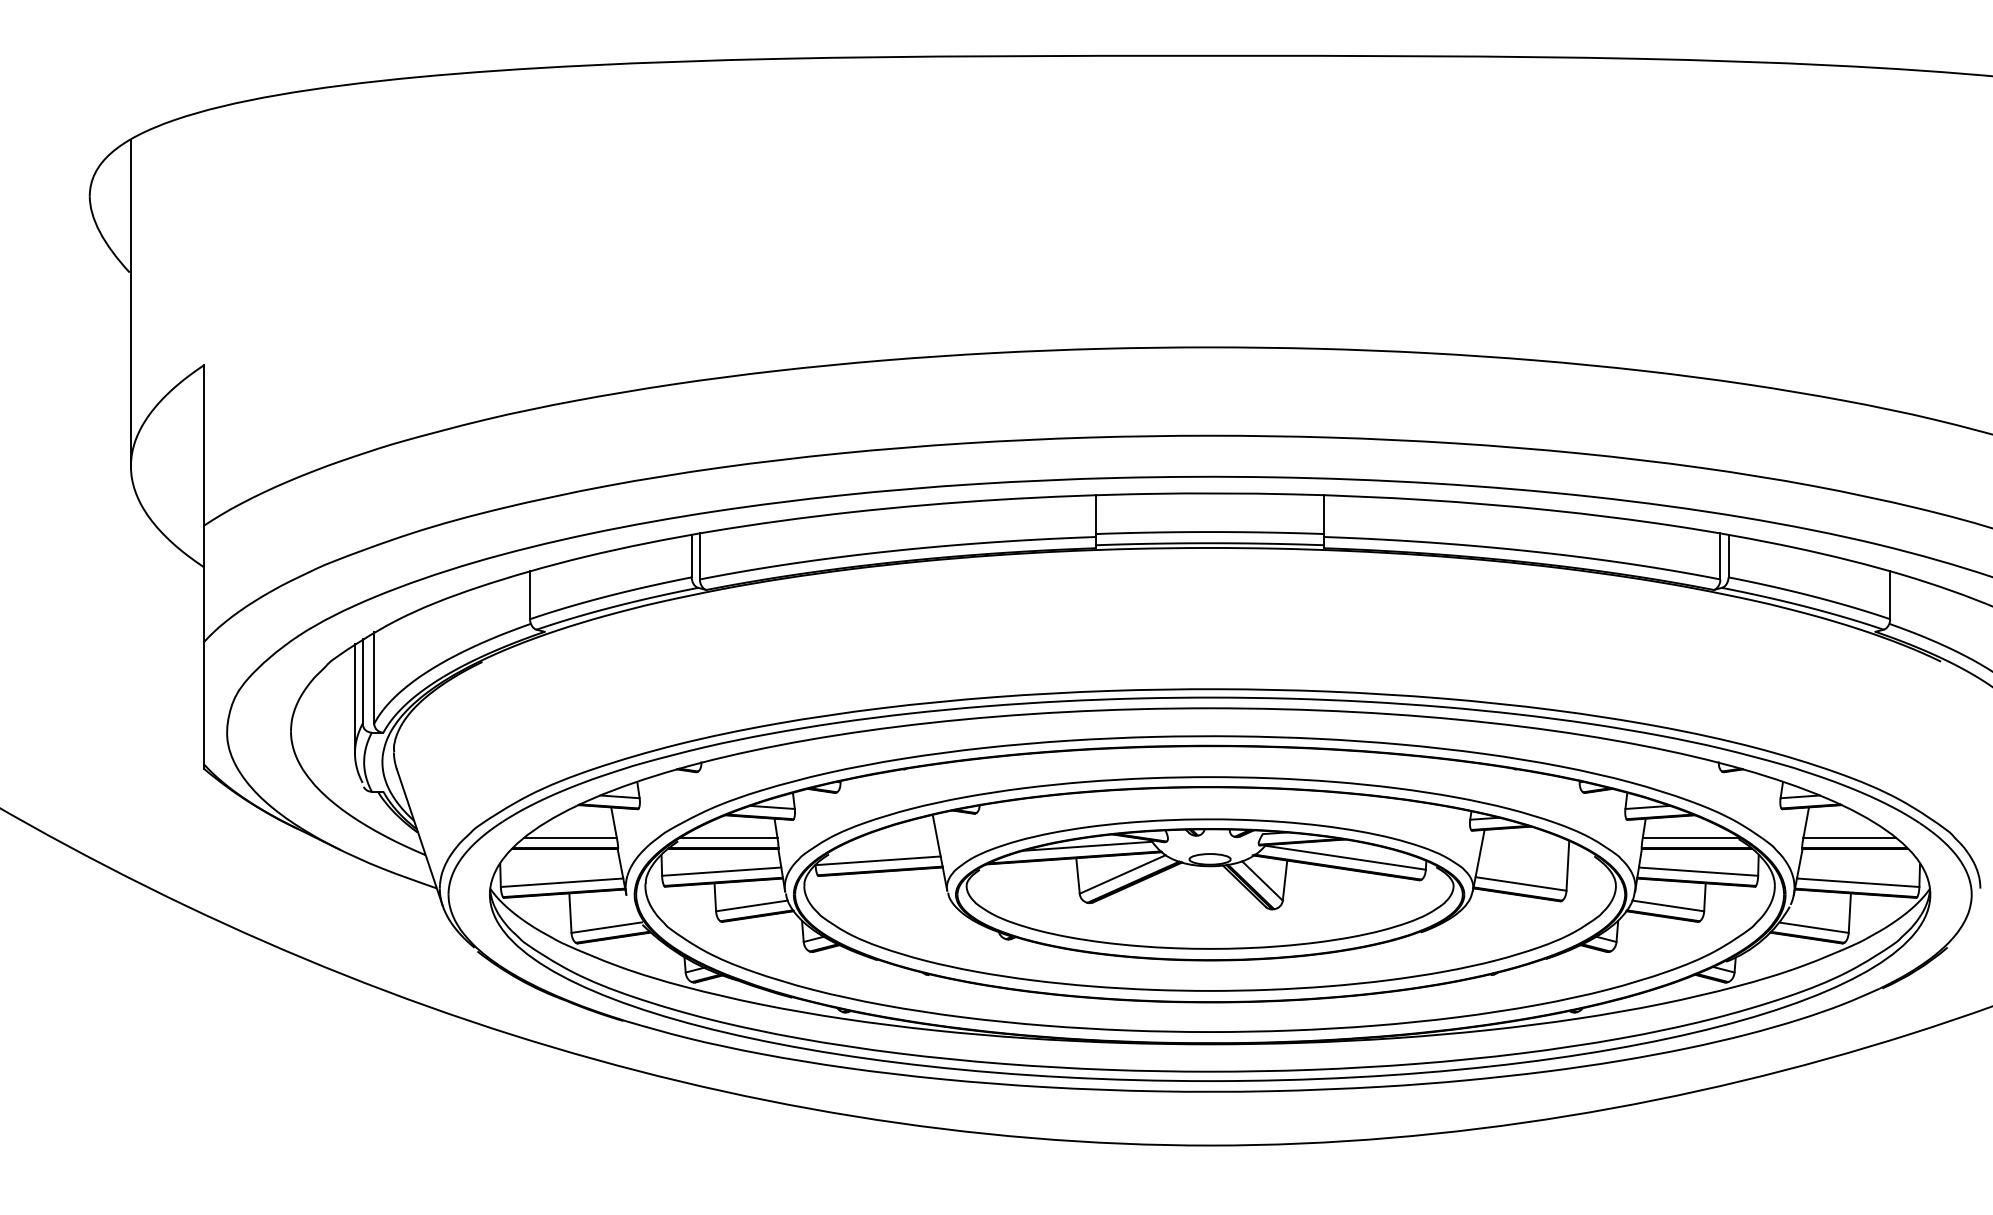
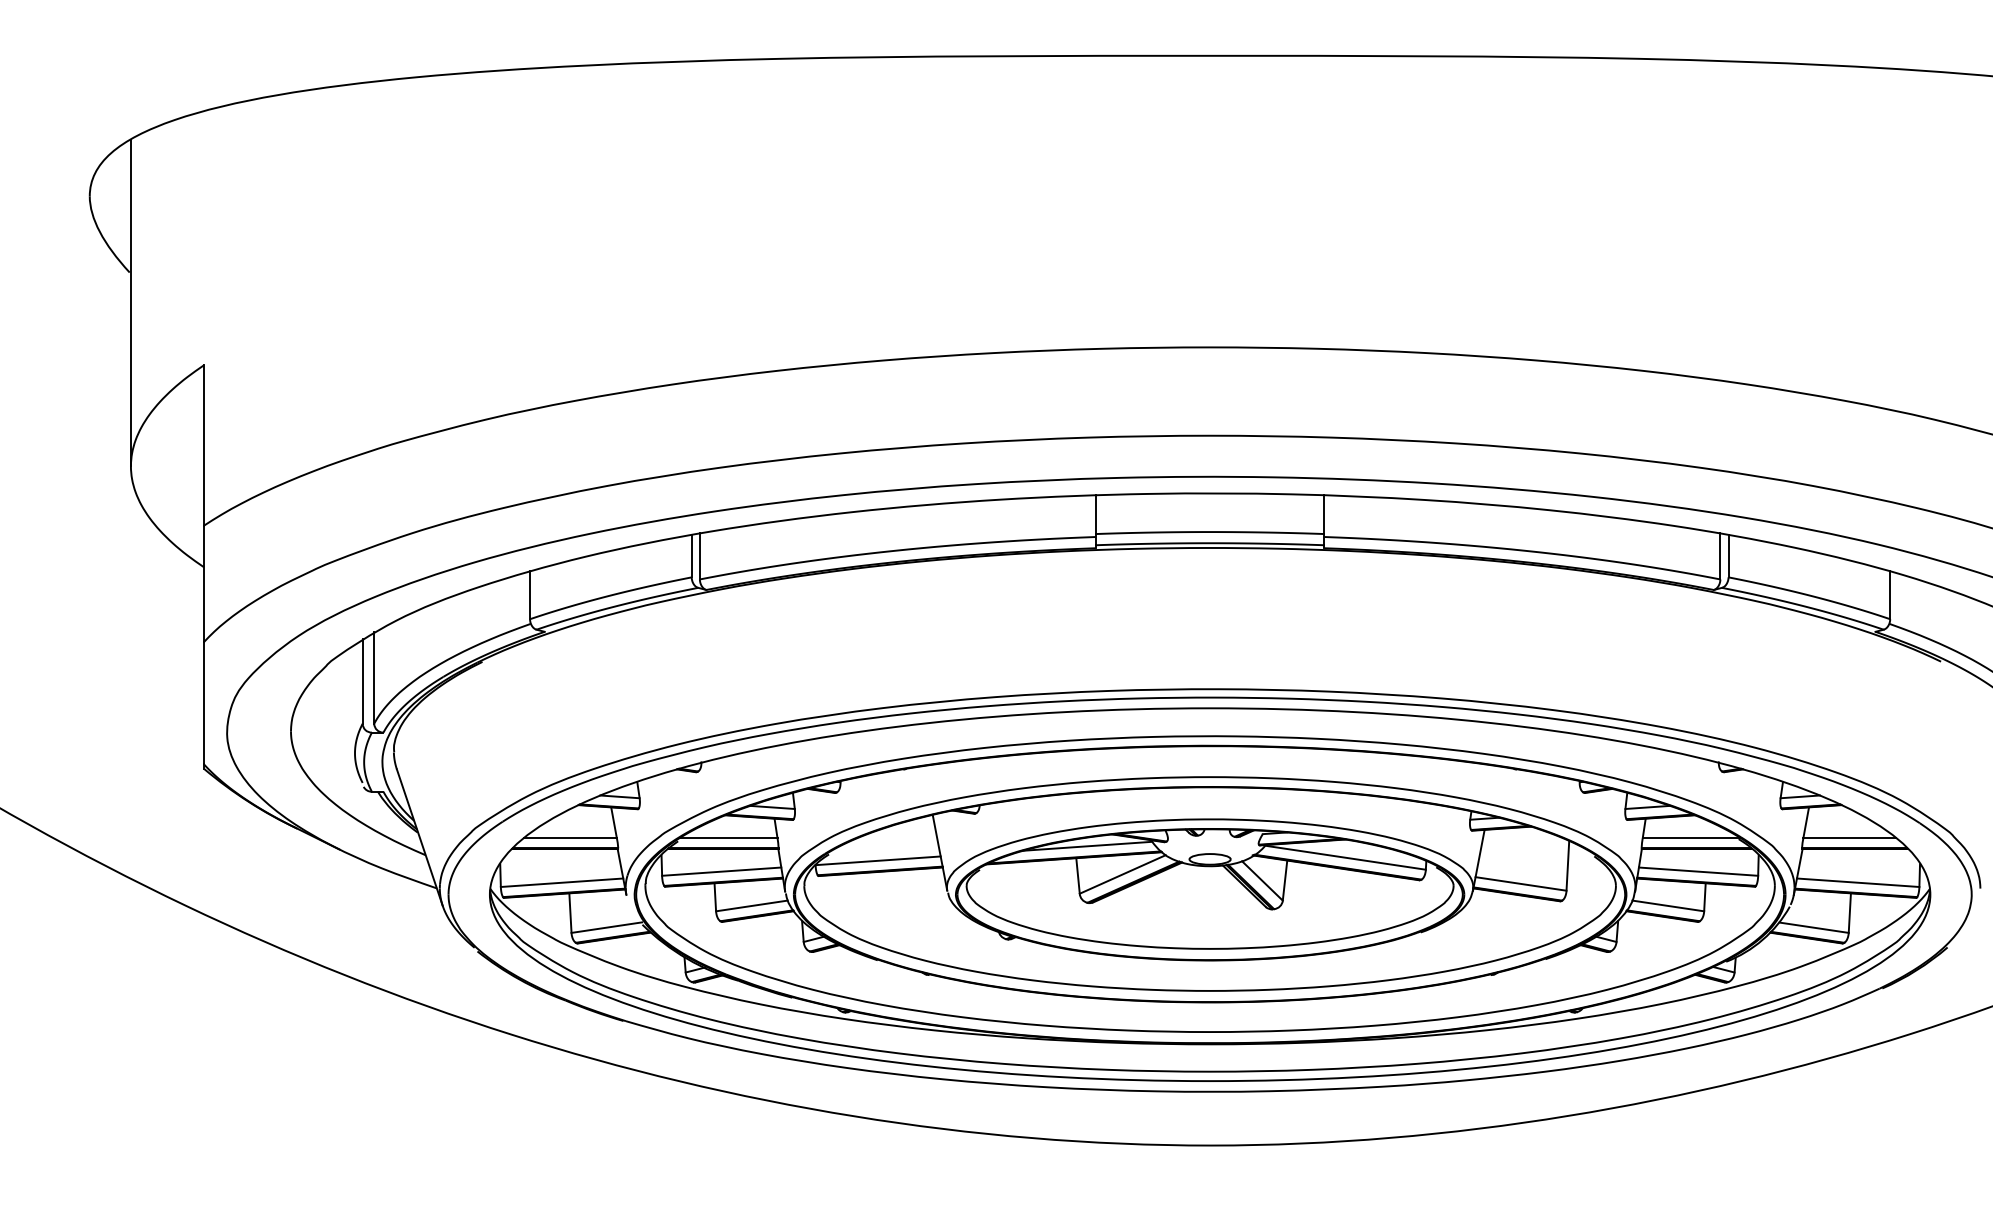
line at (355, 698): present -> none
